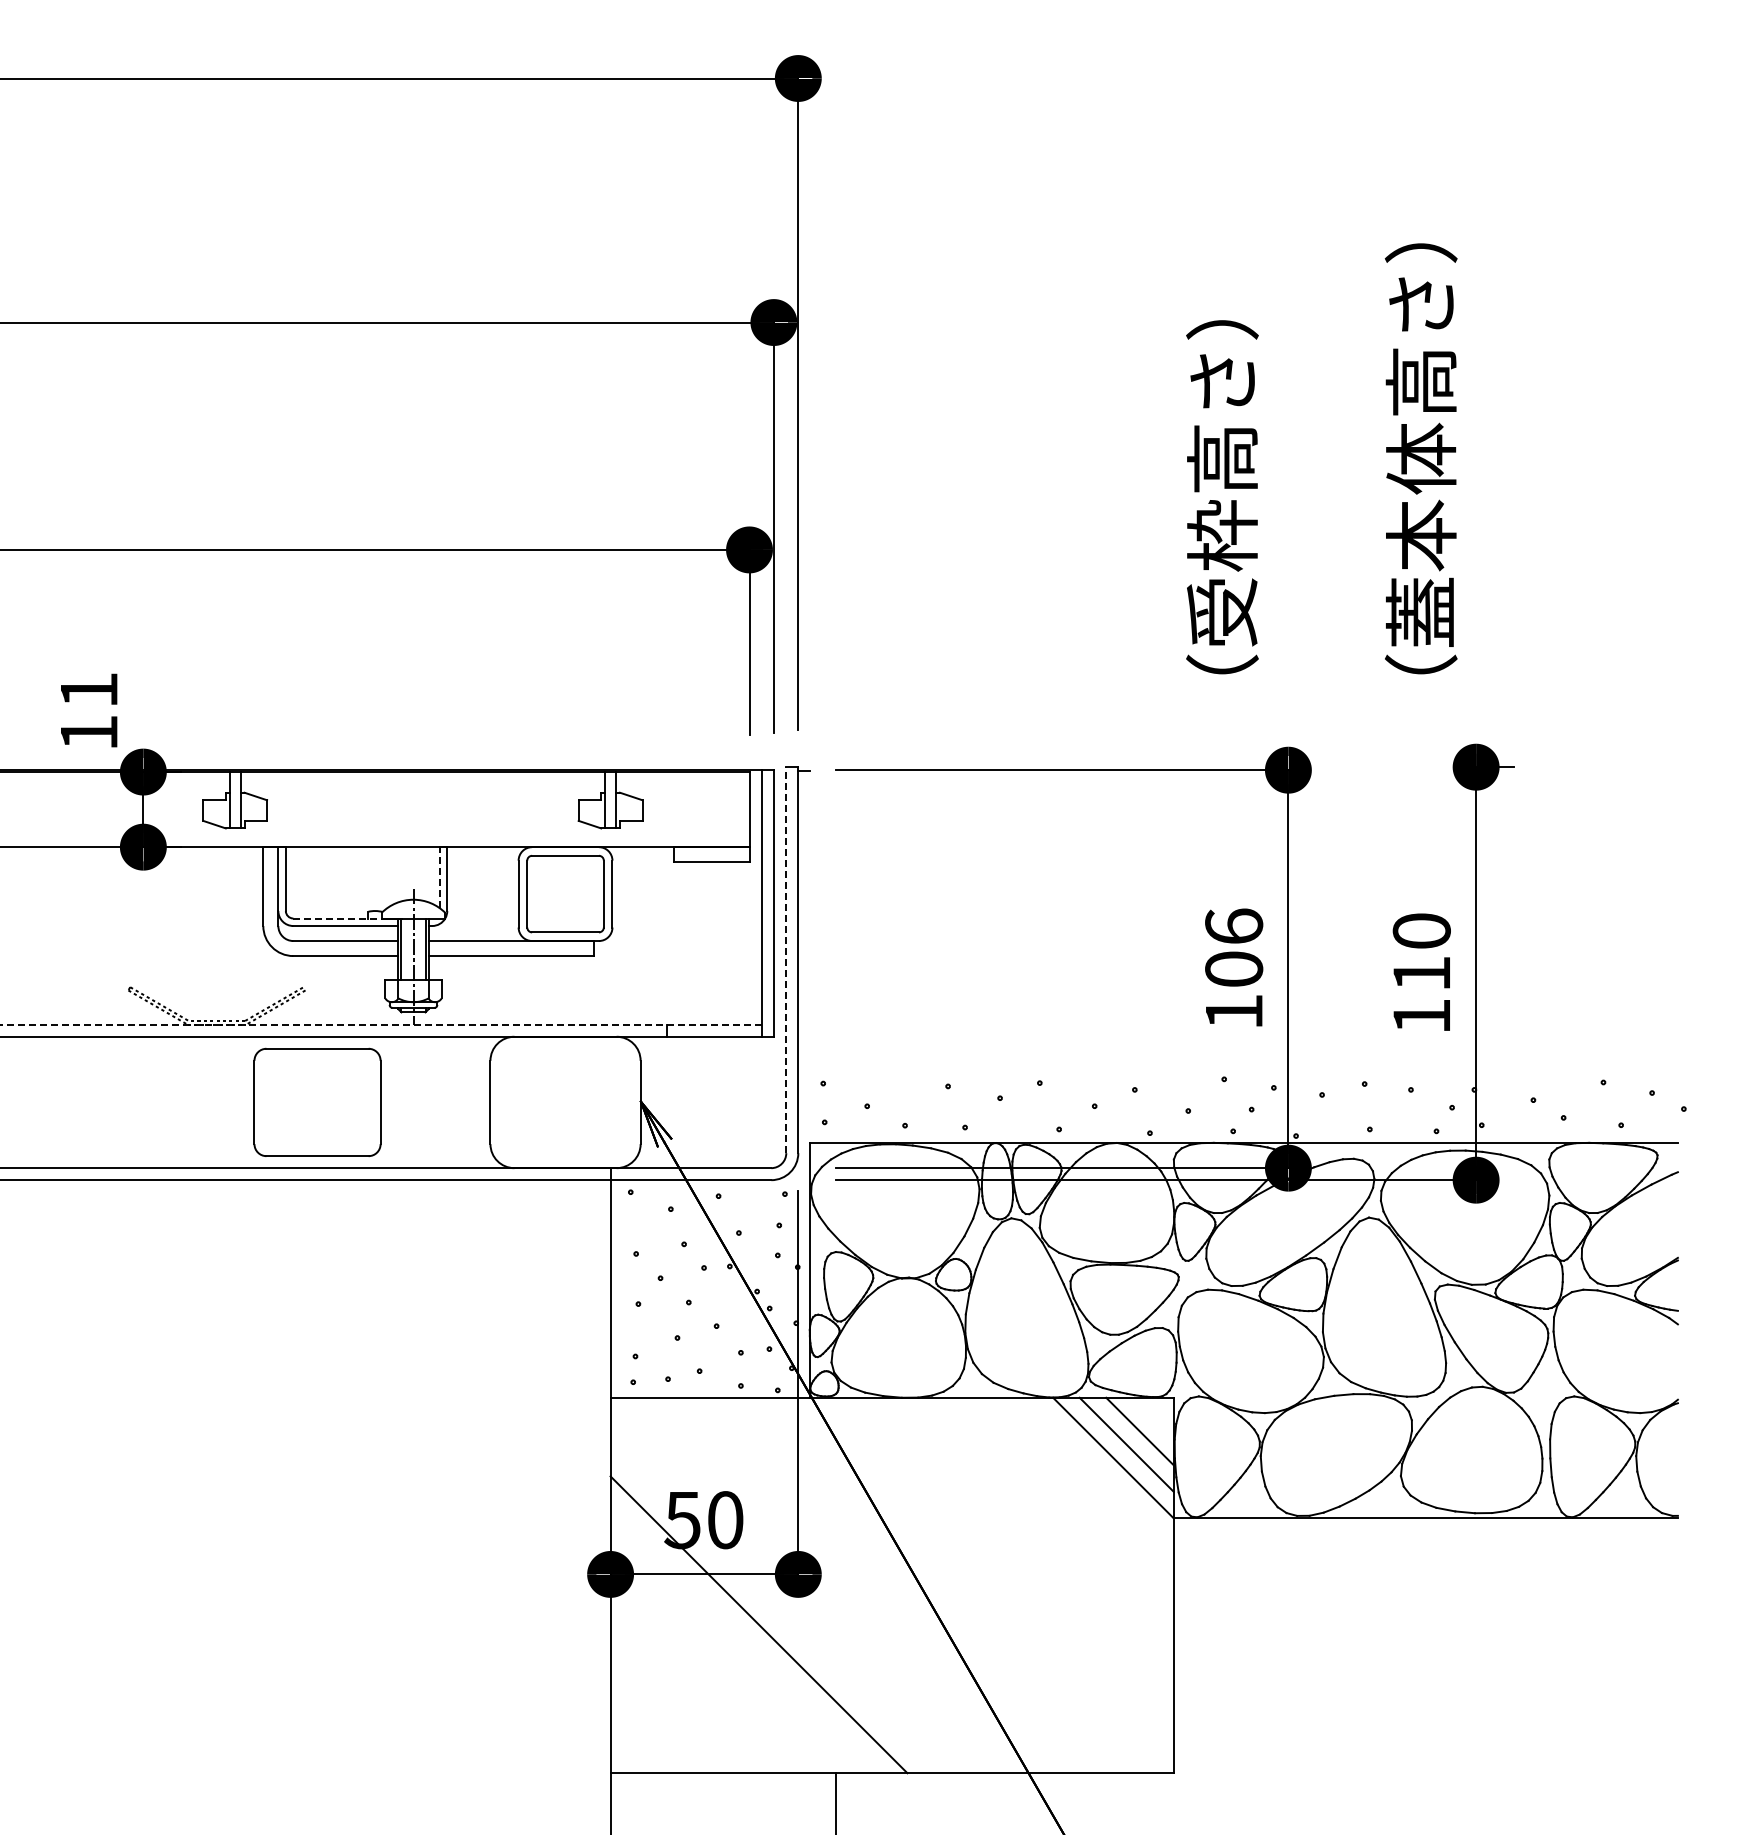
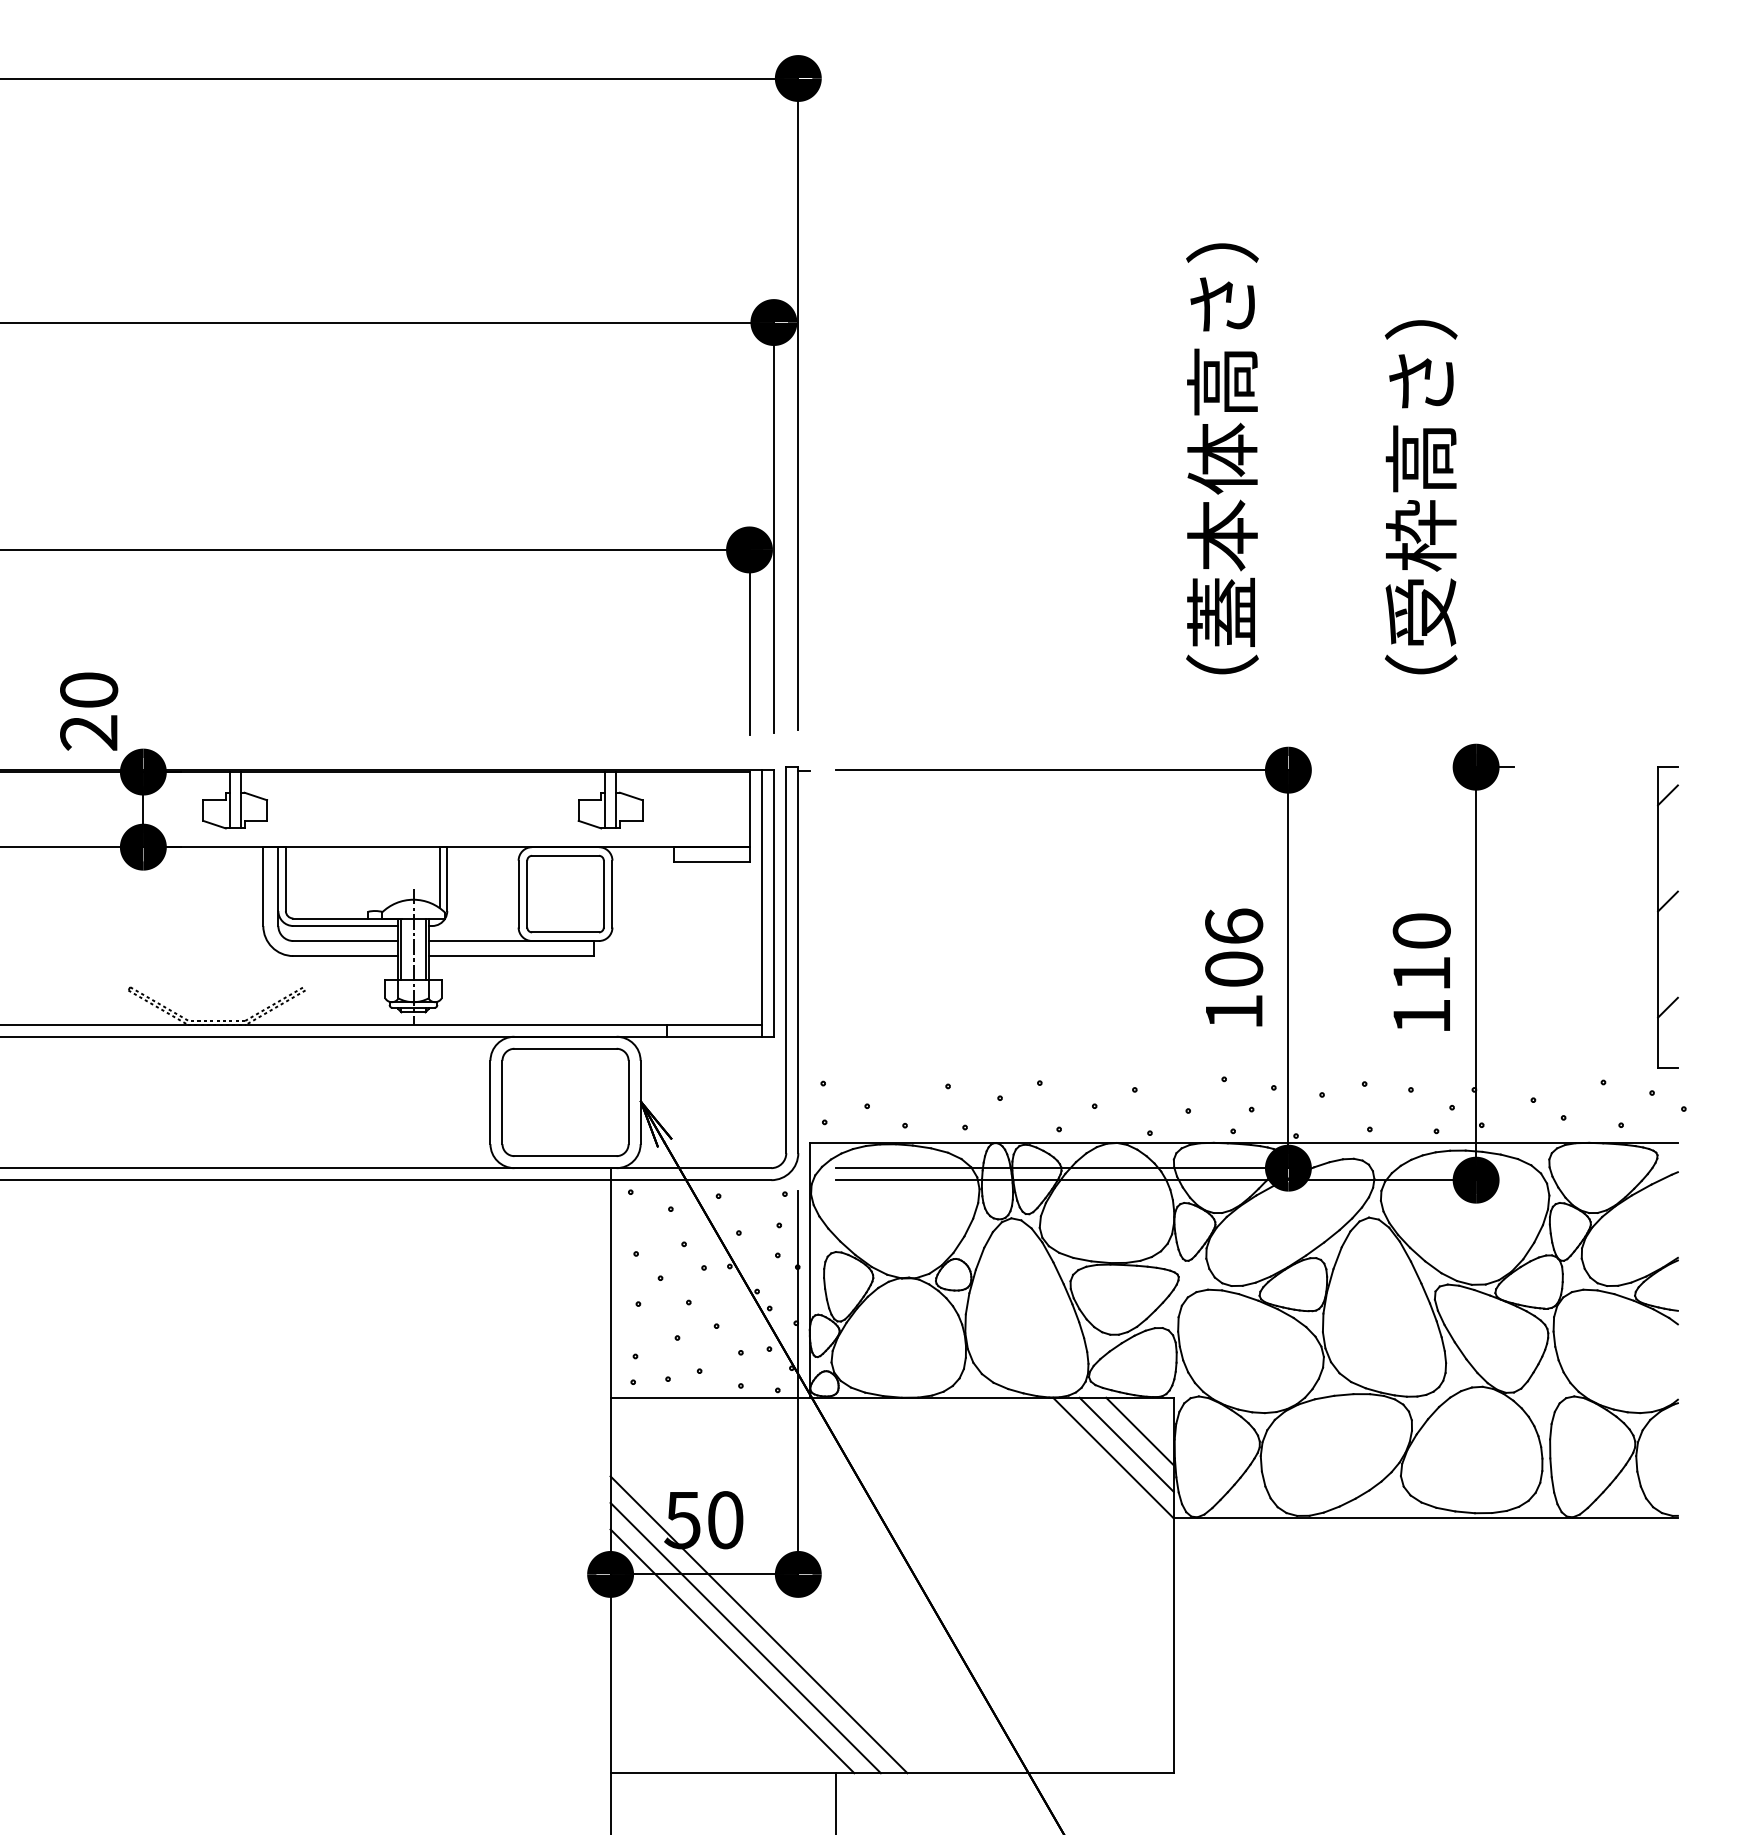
text at (1222, 444): （受枠高さ） -> （蓋本体高さ）
text at (1420, 444): （蓋本体高さ） -> （受枠高さ）
text at (89, 711): 11 -> 20
line at (439, 877): dashed -> solid
part at (1658, 917): none -> present
line at (337, 918): dashed -> solid
line at (786, 960): dashed -> solid
line at (380, 1024): dashed -> solid
part at (317, 1101) position: (317, 1101) -> (565, 1101)
line at (745, 1637): none -> present
line at (732, 1651): none -> present
